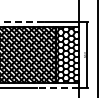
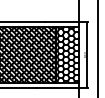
line at (23, 21): dashed -> solid
line at (57, 88): dashed -> solid
